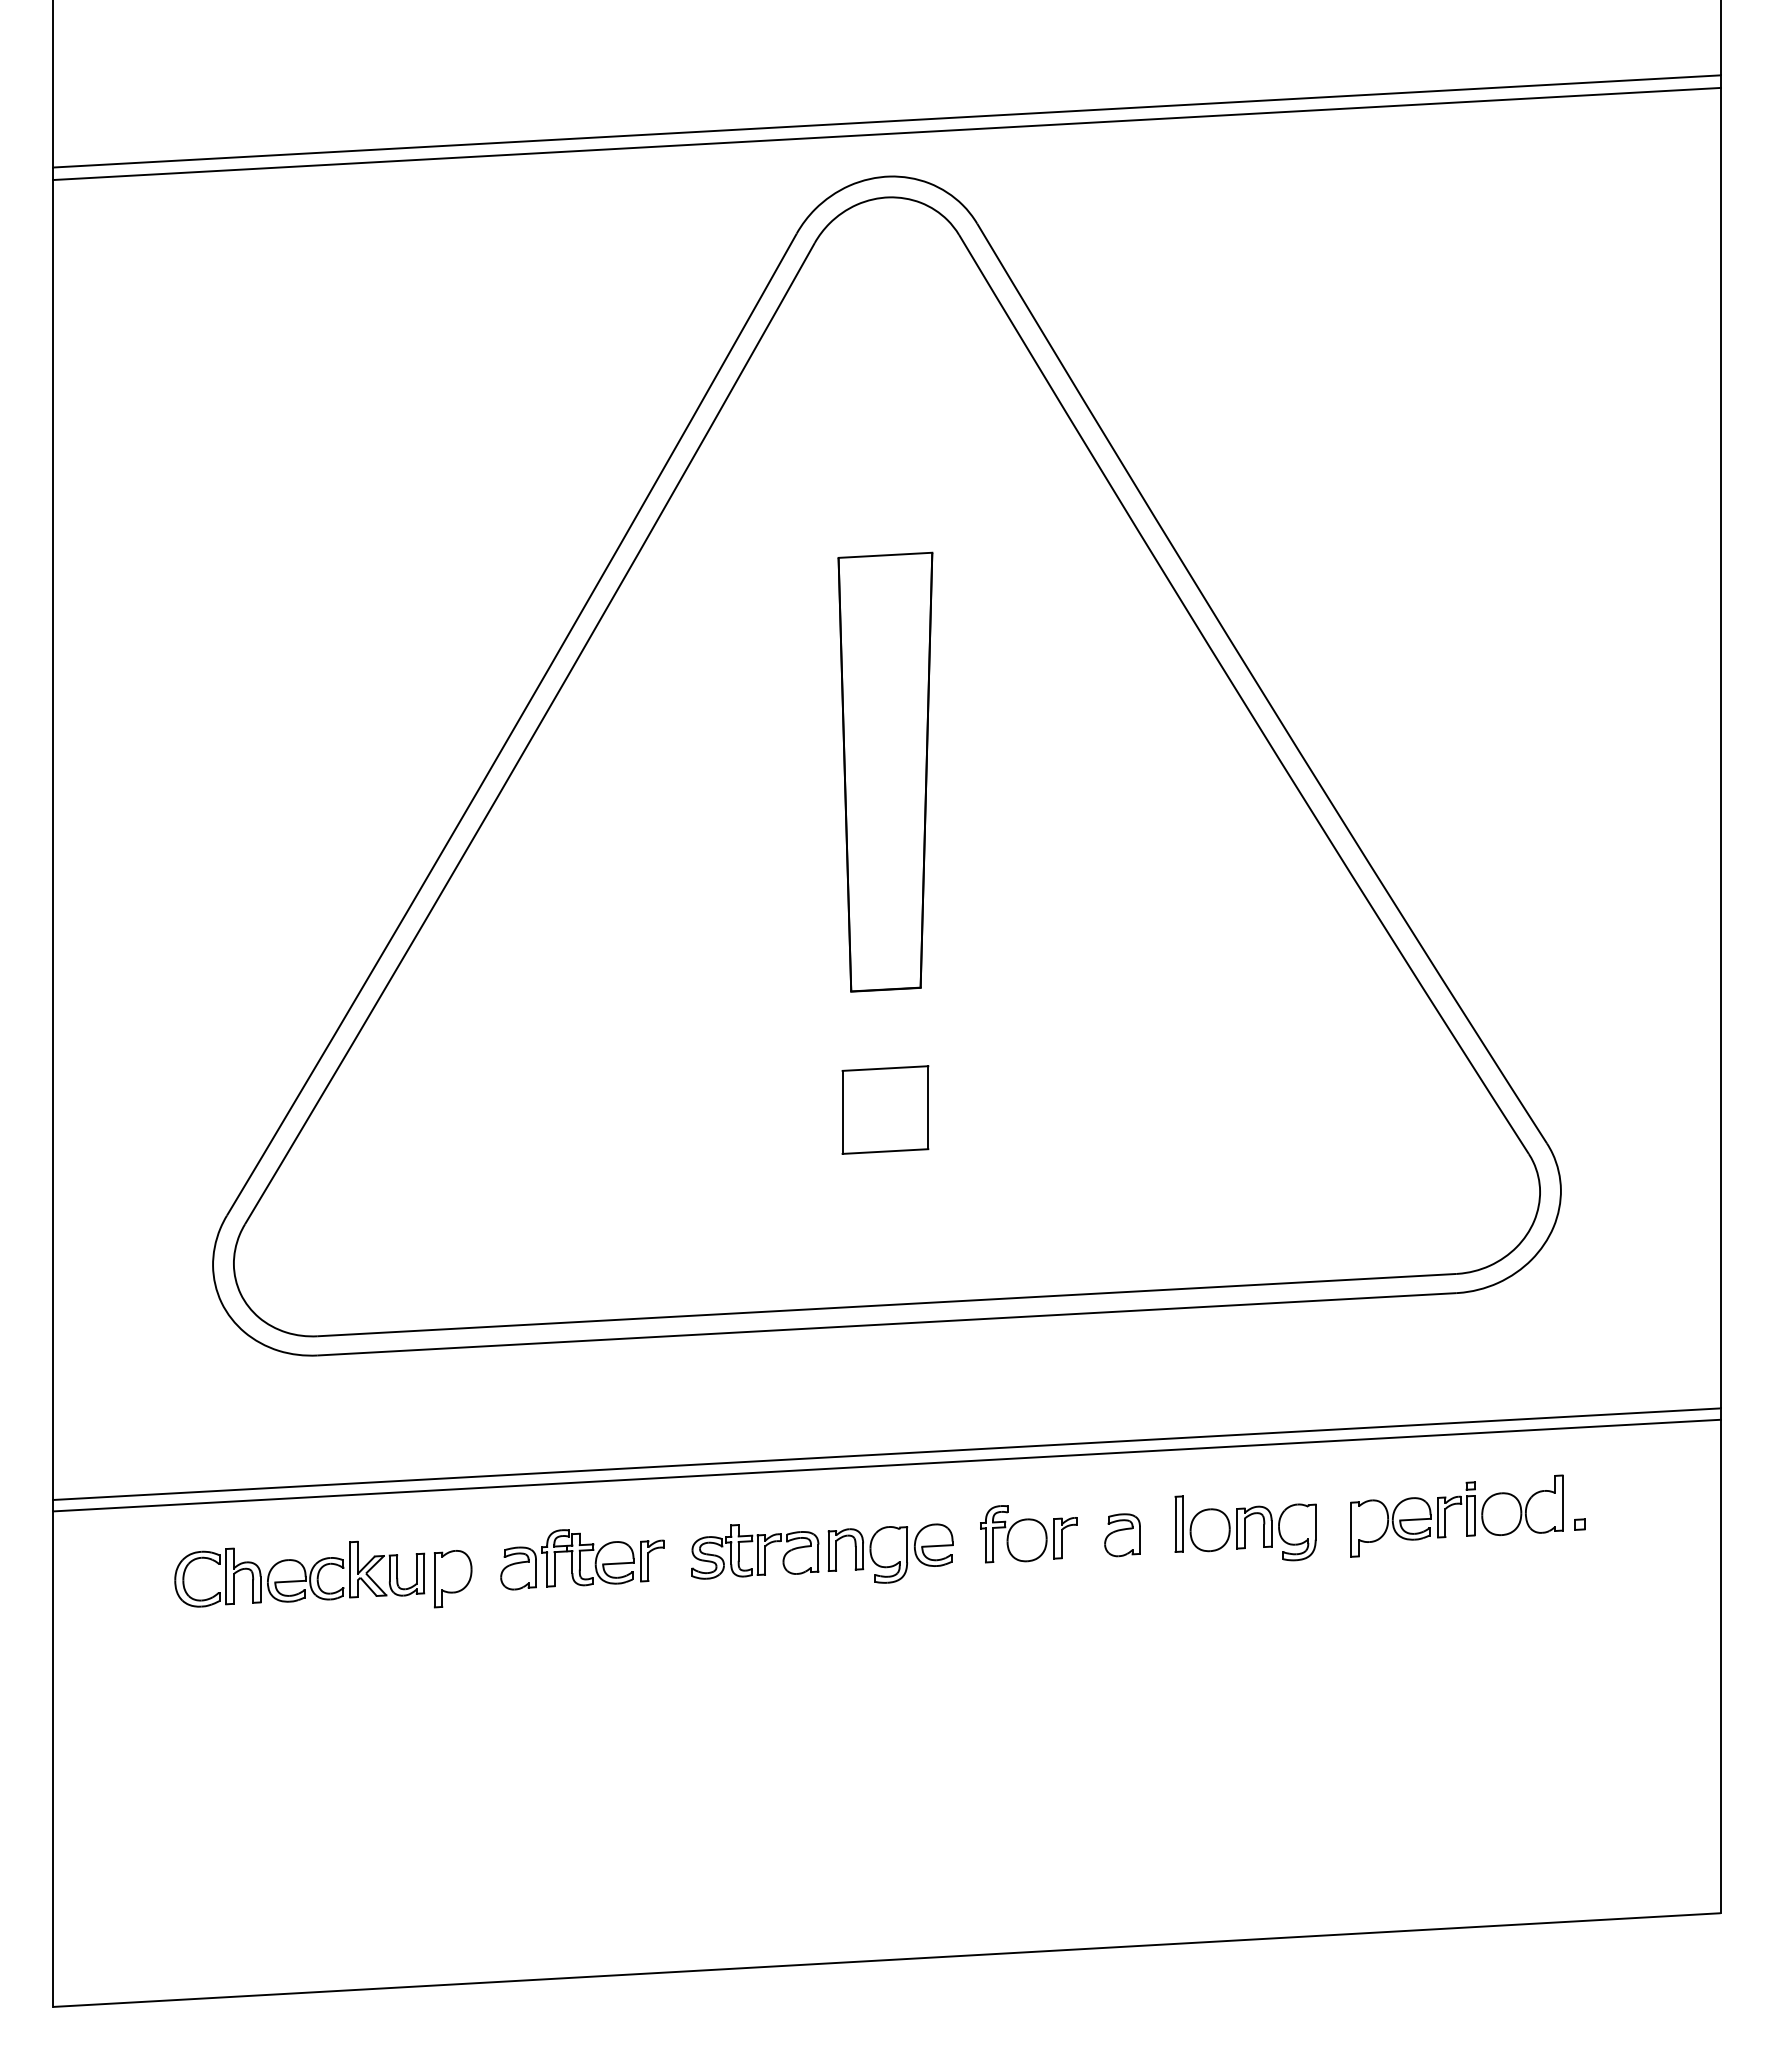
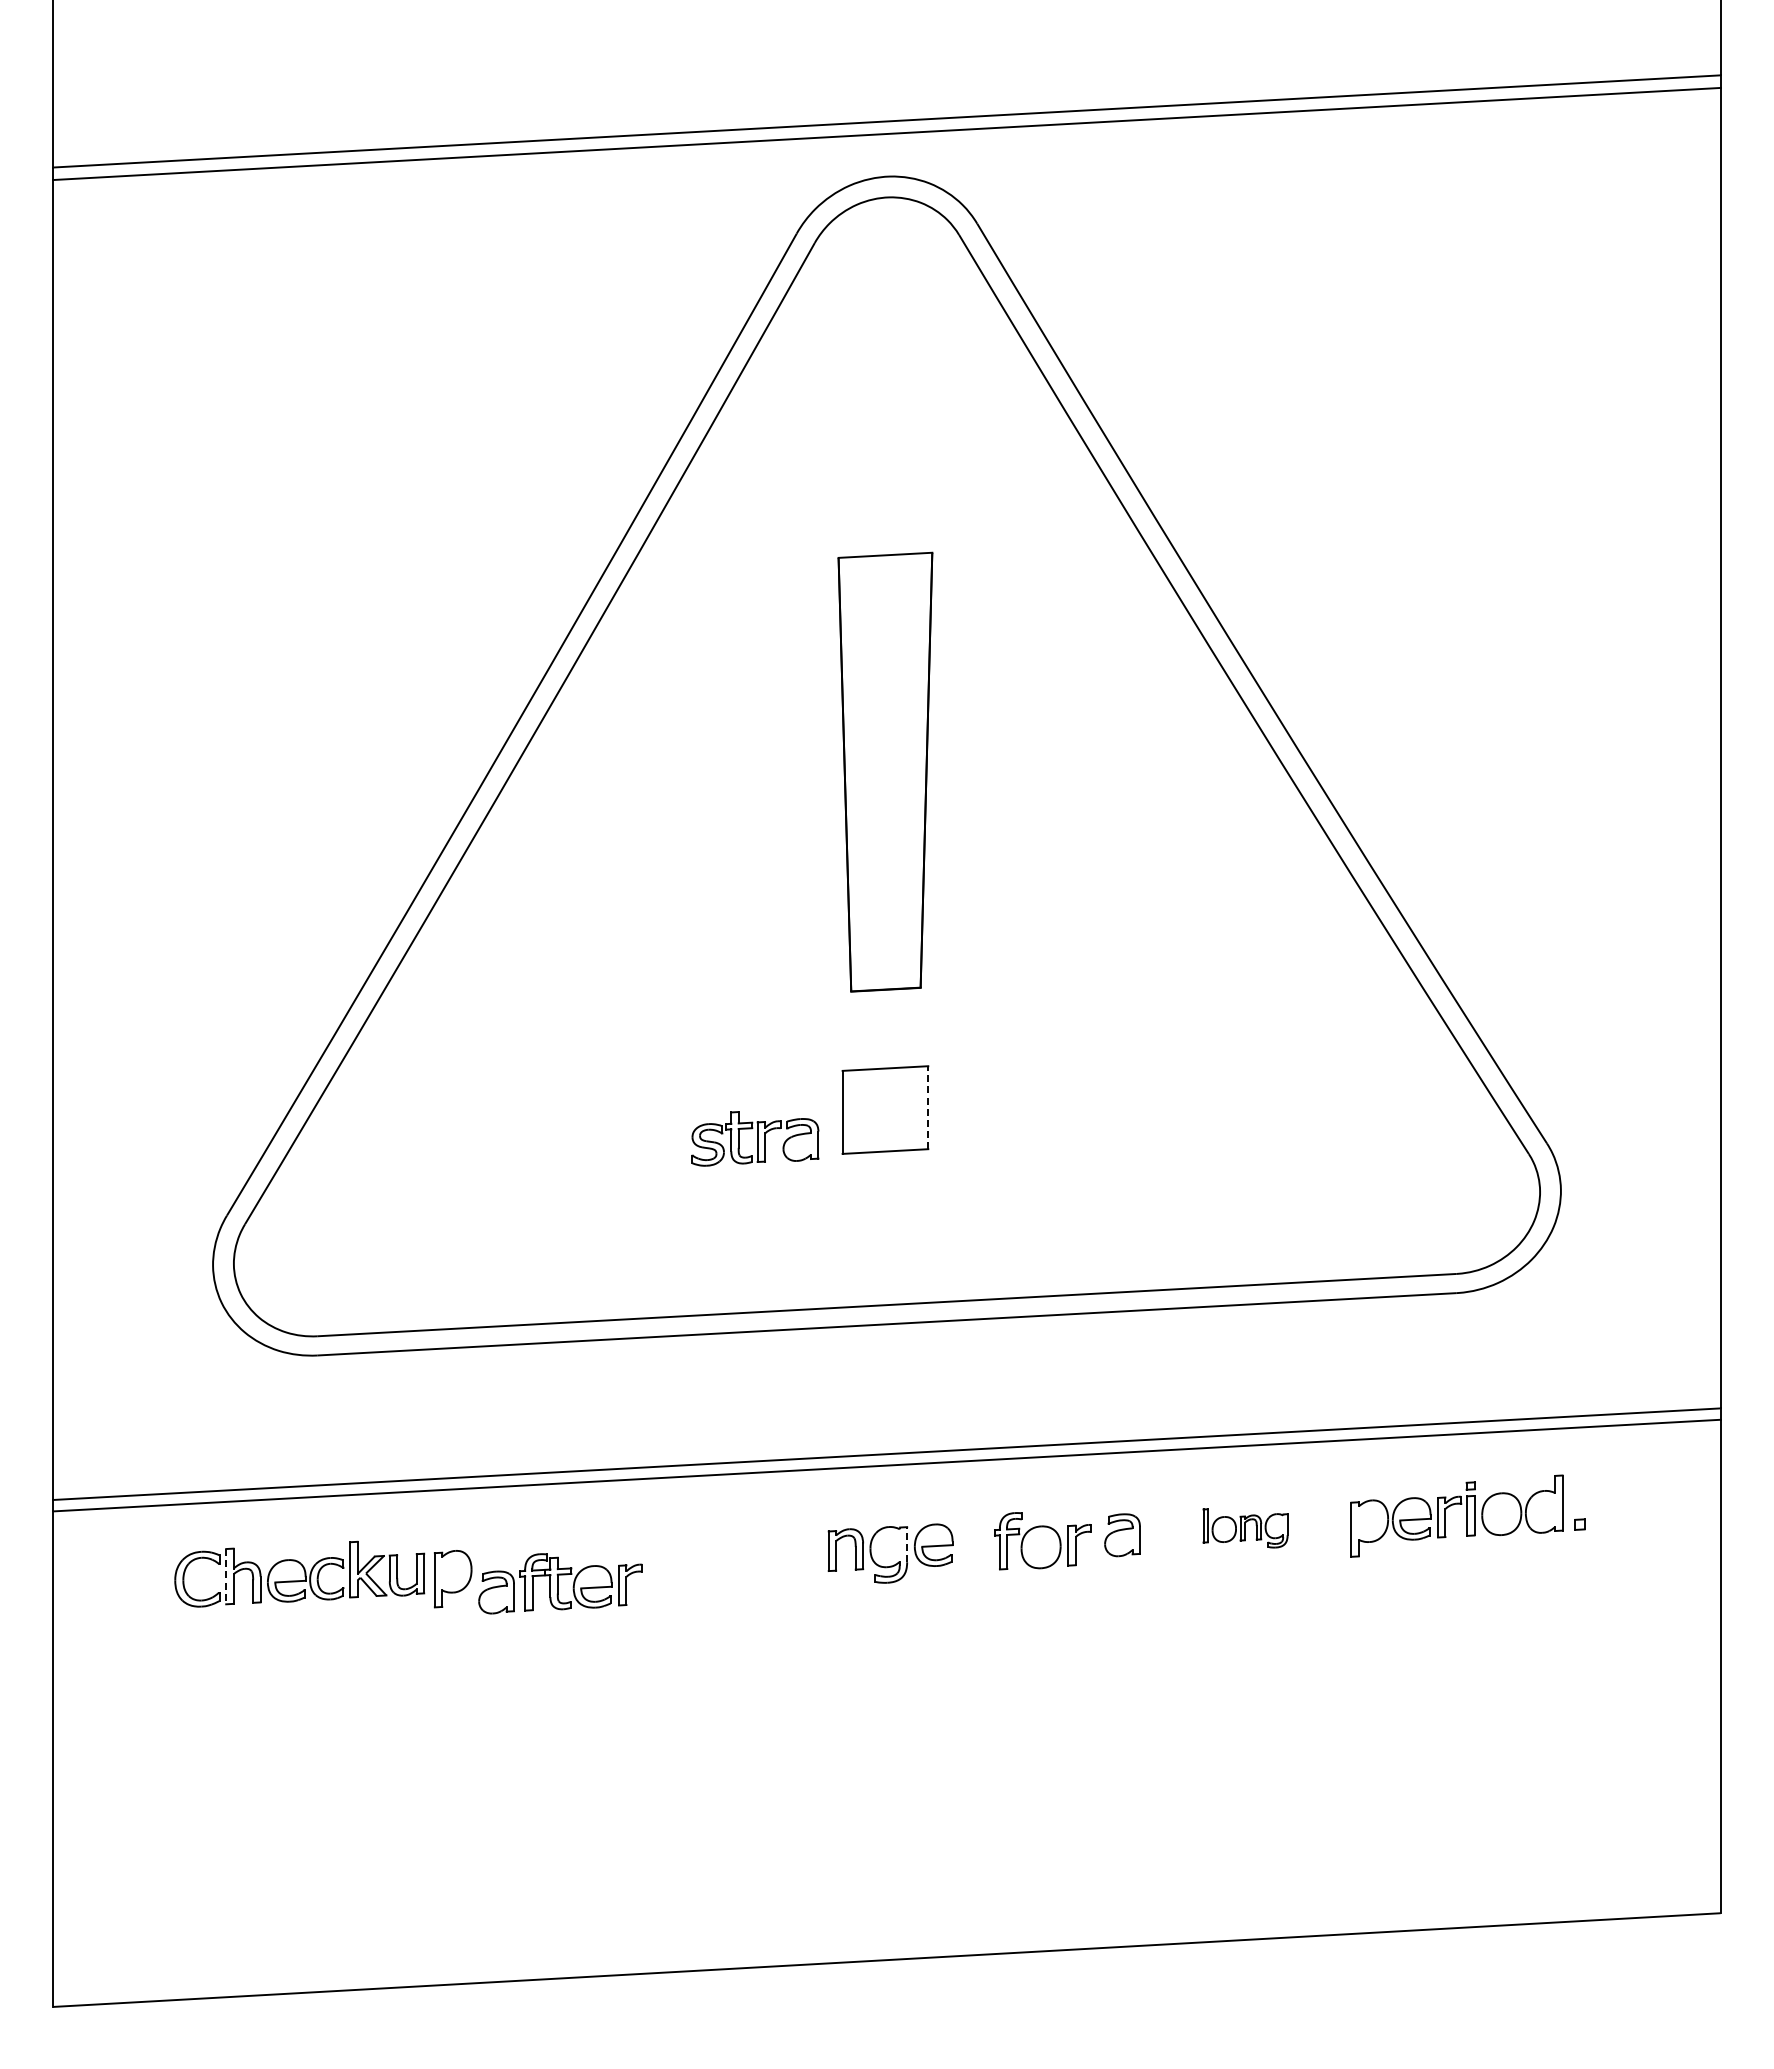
line at (928, 1107): solid -> dashed
part at (1245, 1528) size: 143x67 px -> 87x41 px
part at (1028, 1534) position: (1028, 1534) -> (1042, 1541)
line at (907, 1544): solid -> dashed
part at (755, 1551) position: (755, 1551) -> (755, 1138)
part at (582, 1559) position: (582, 1559) -> (560, 1583)
line at (226, 1576): solid -> dashed
